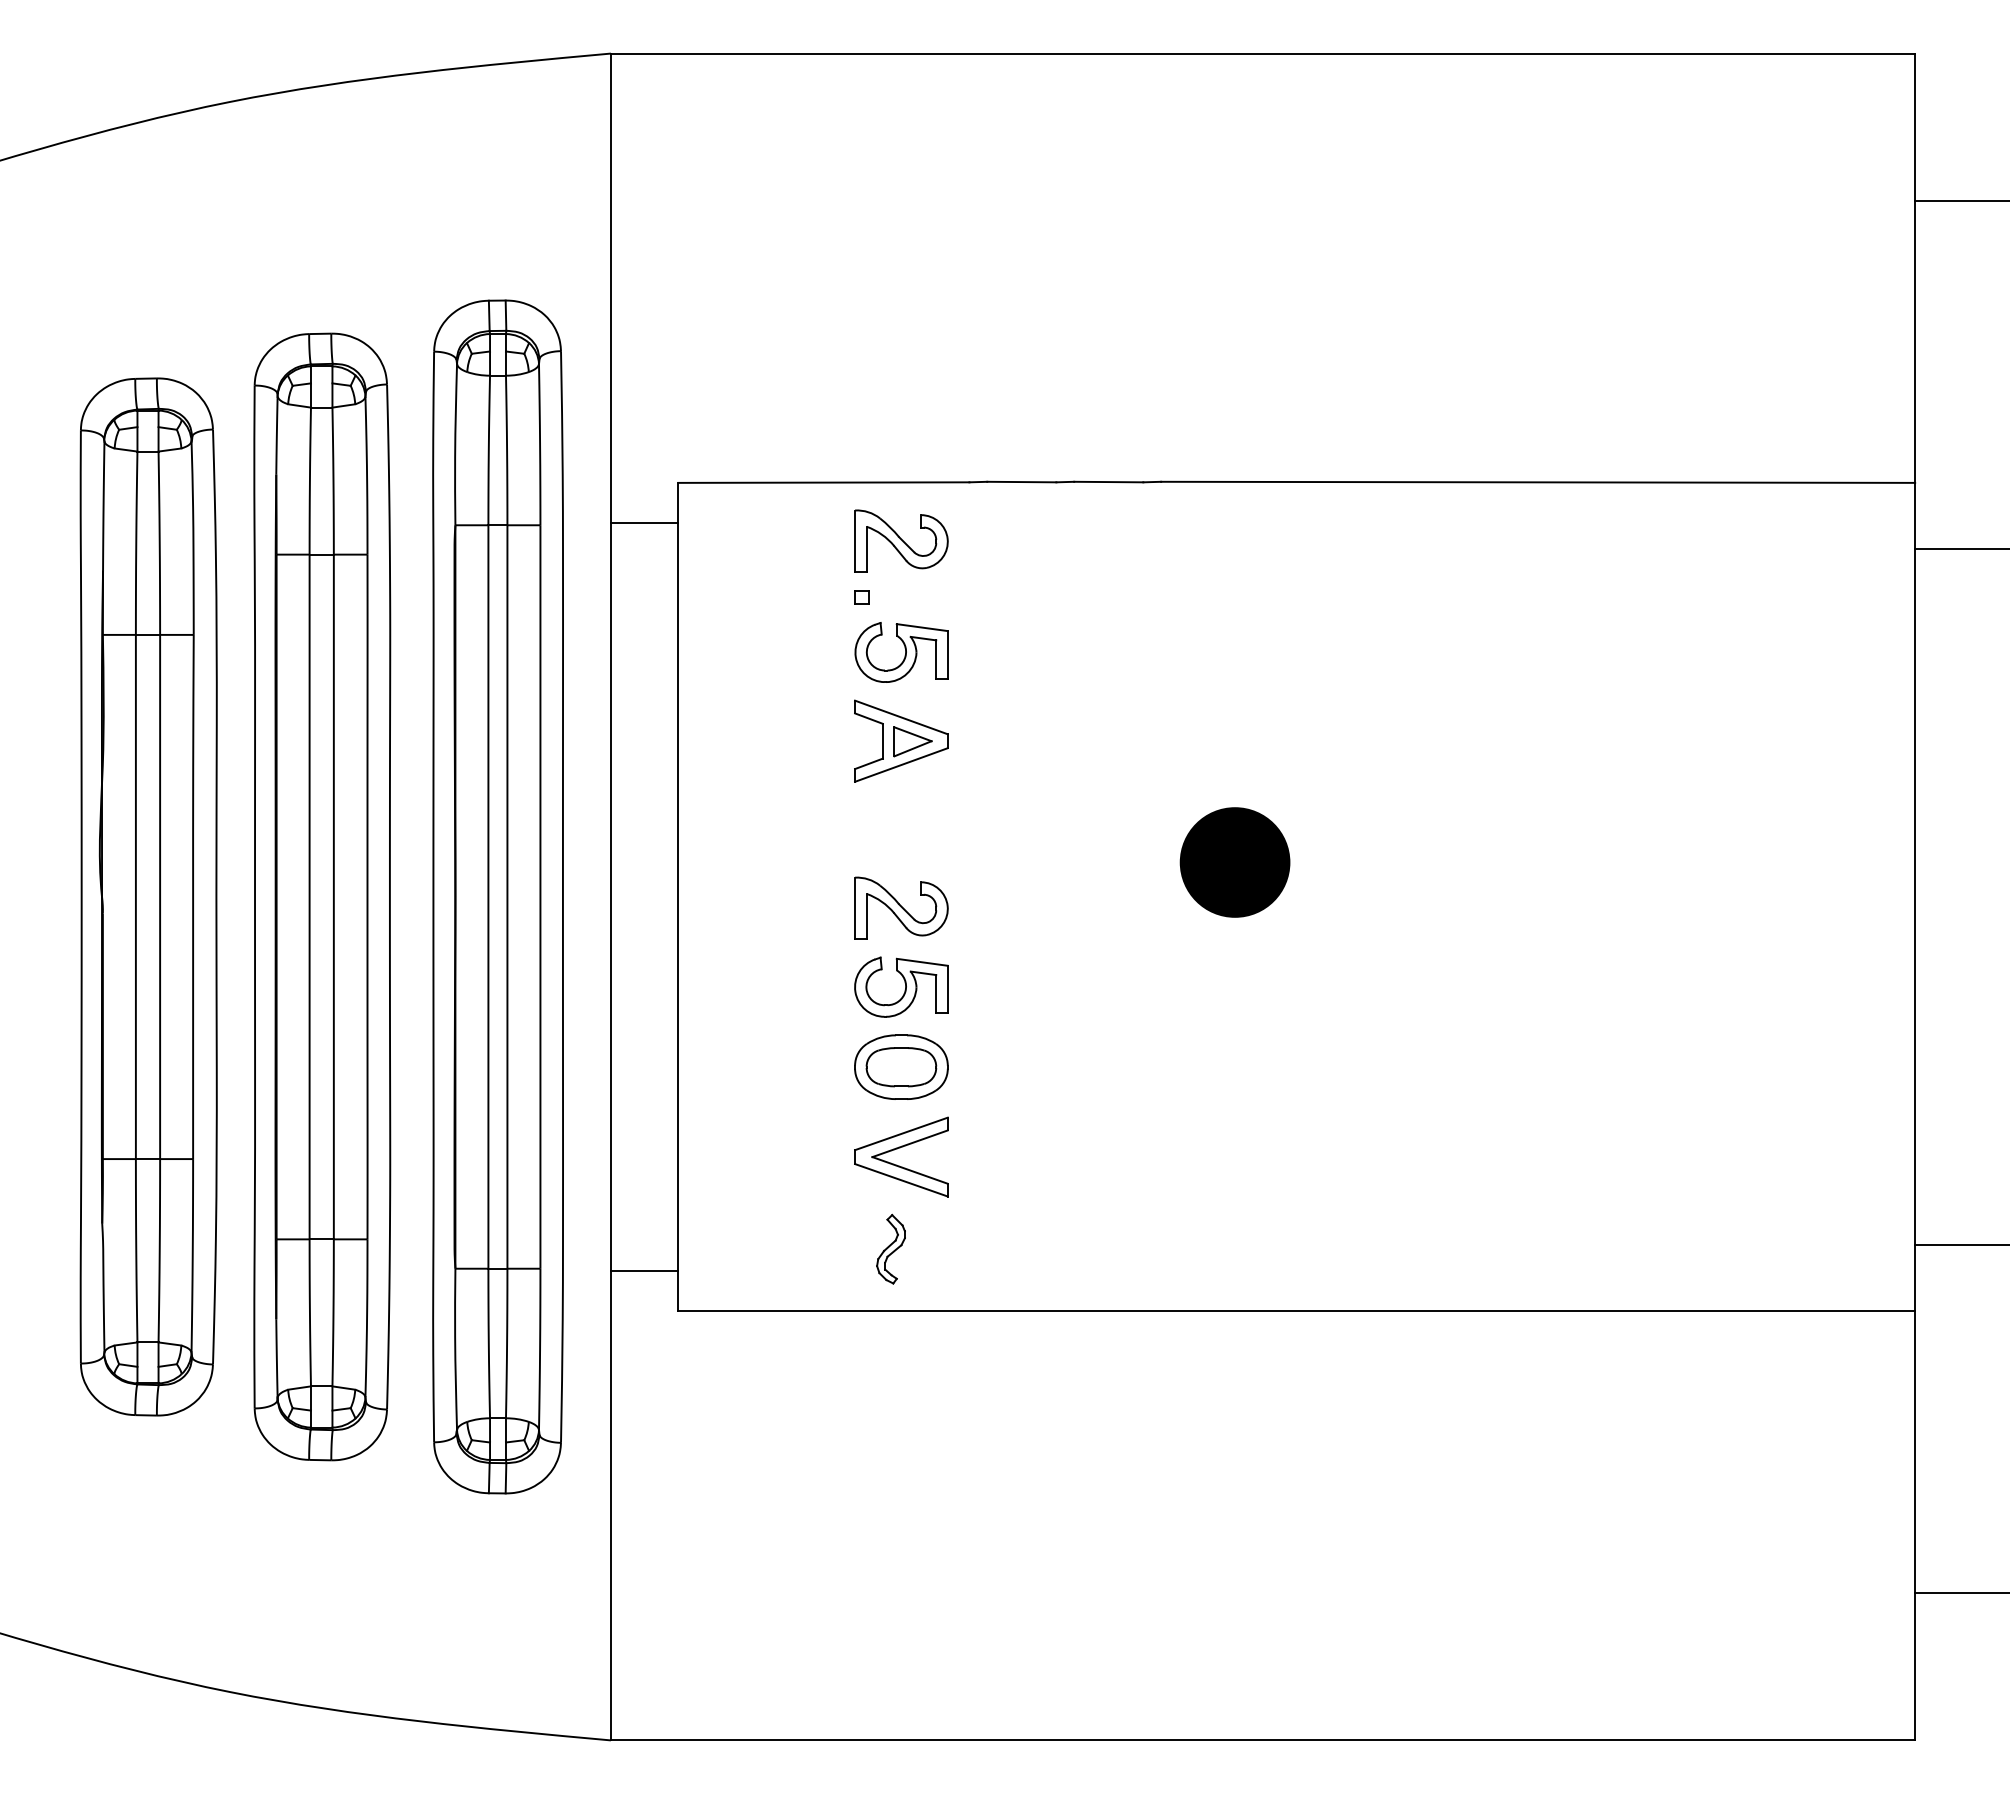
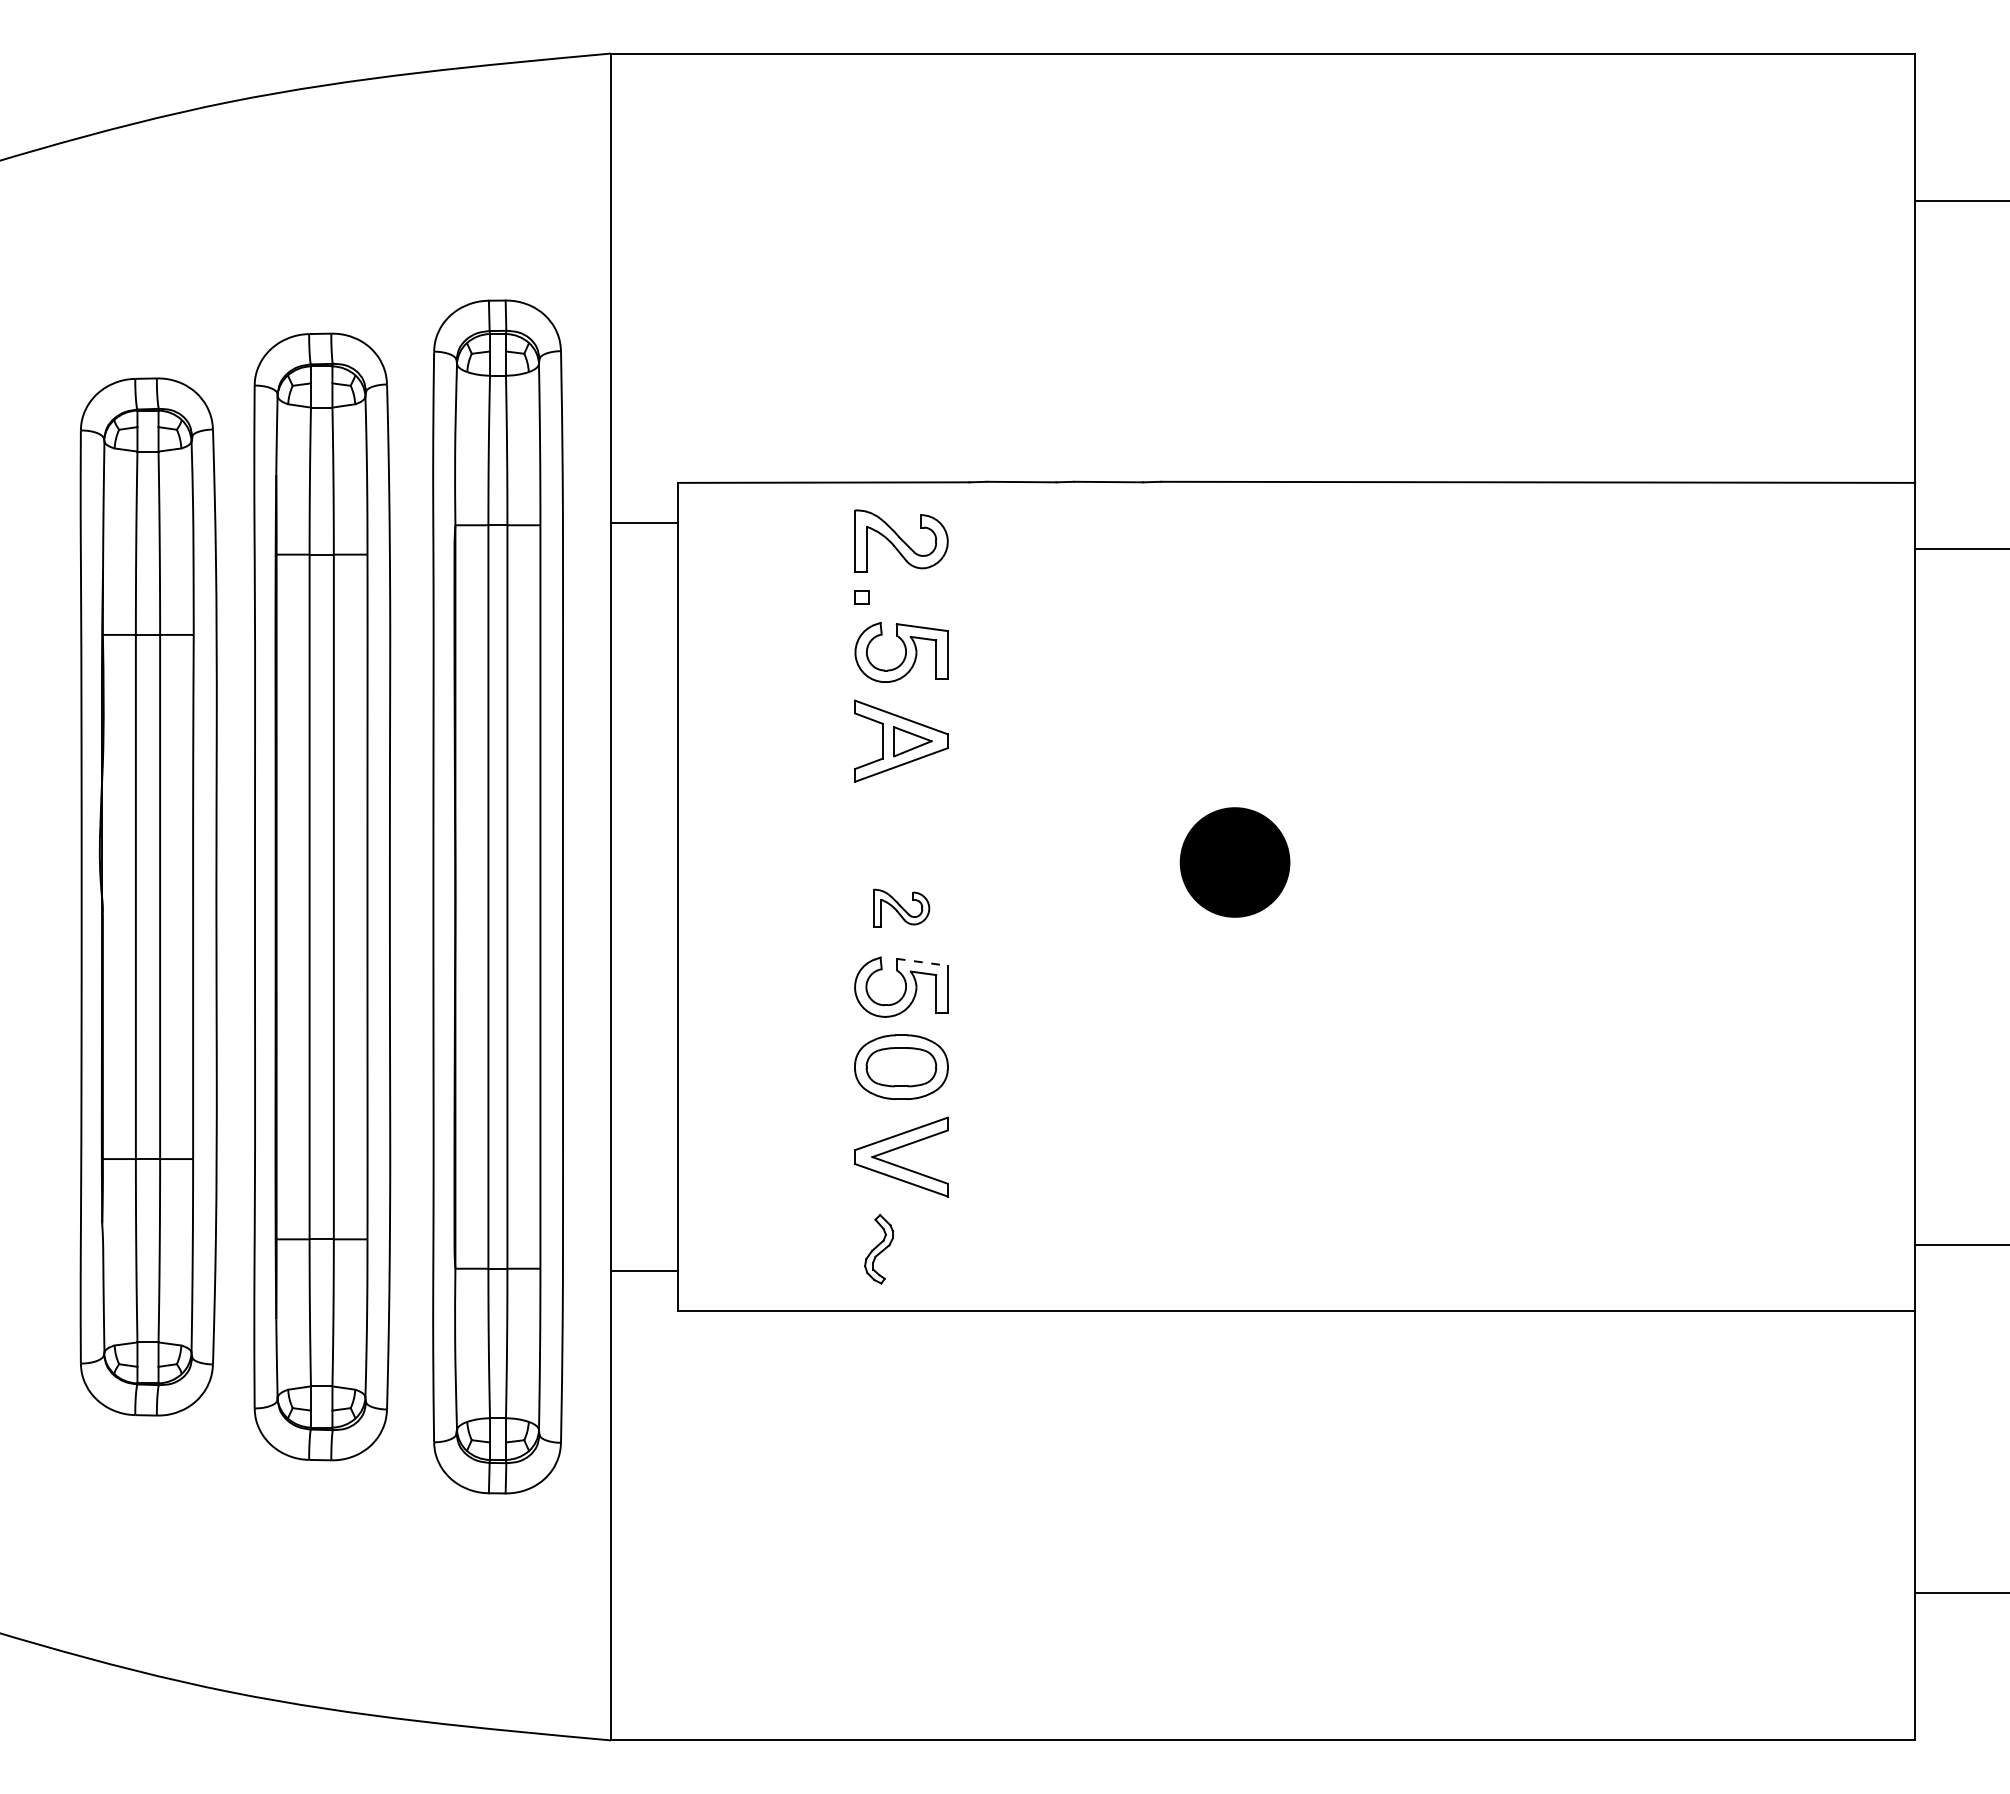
part at (901, 907) size: 95x64 px -> 58x40 px
line at (922, 962): solid -> dashed
part at (890, 1248) position: (890, 1248) -> (878, 1248)
